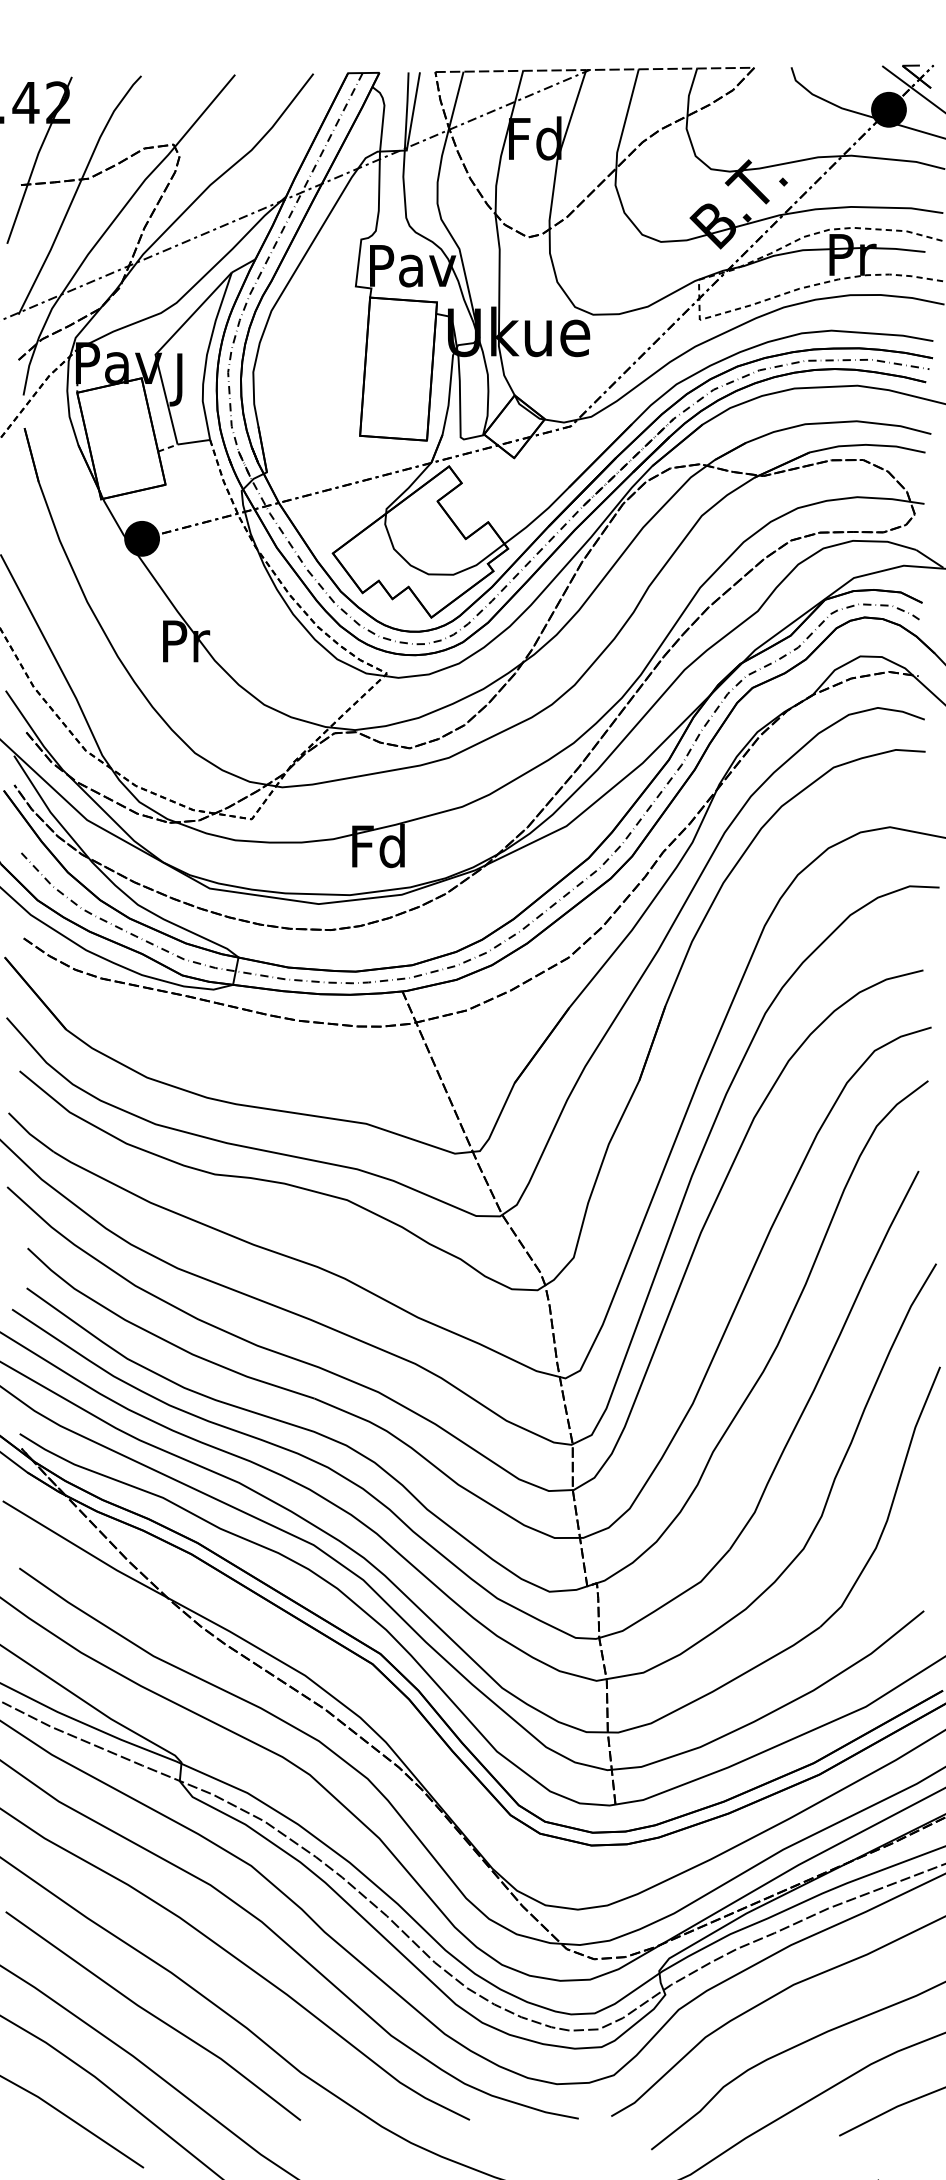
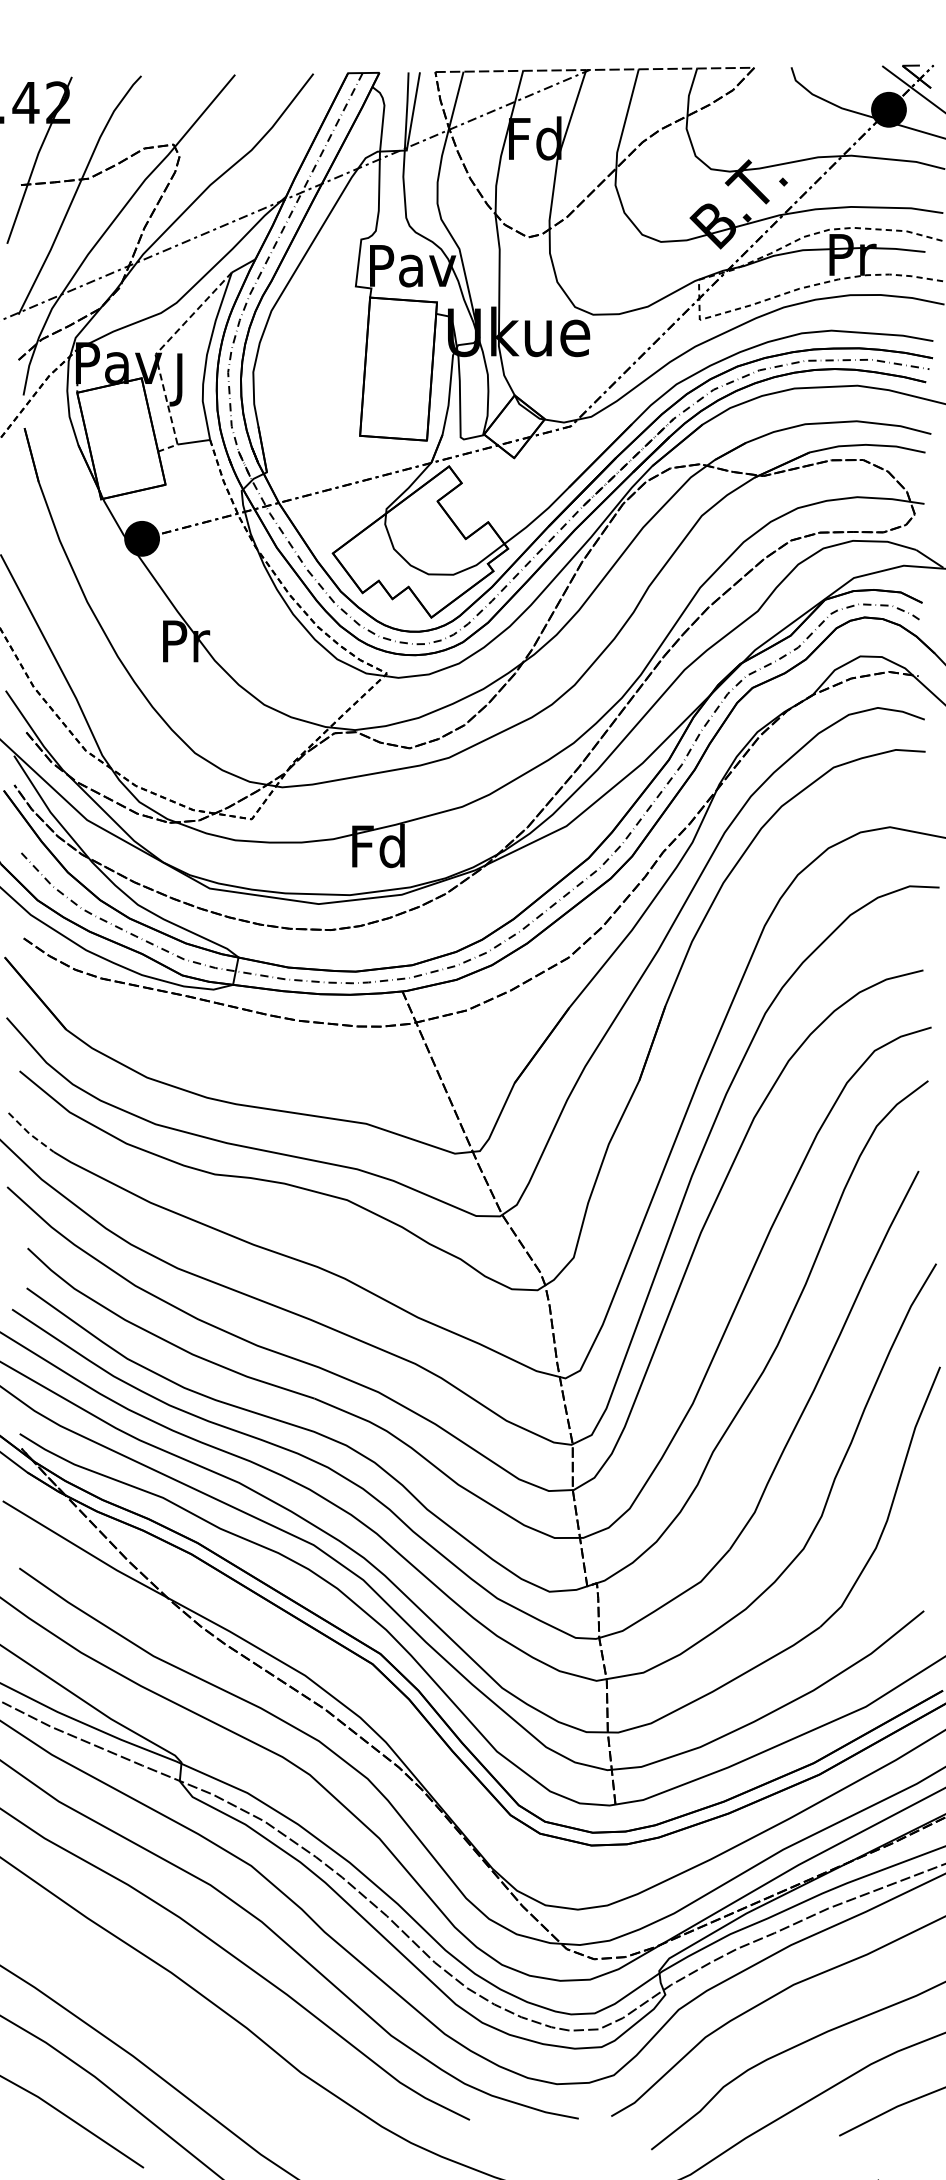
line at (162, 347): solid -> dashed
line at (29, 1134): solid -> dashed
line at (153, 2015): present -> none
